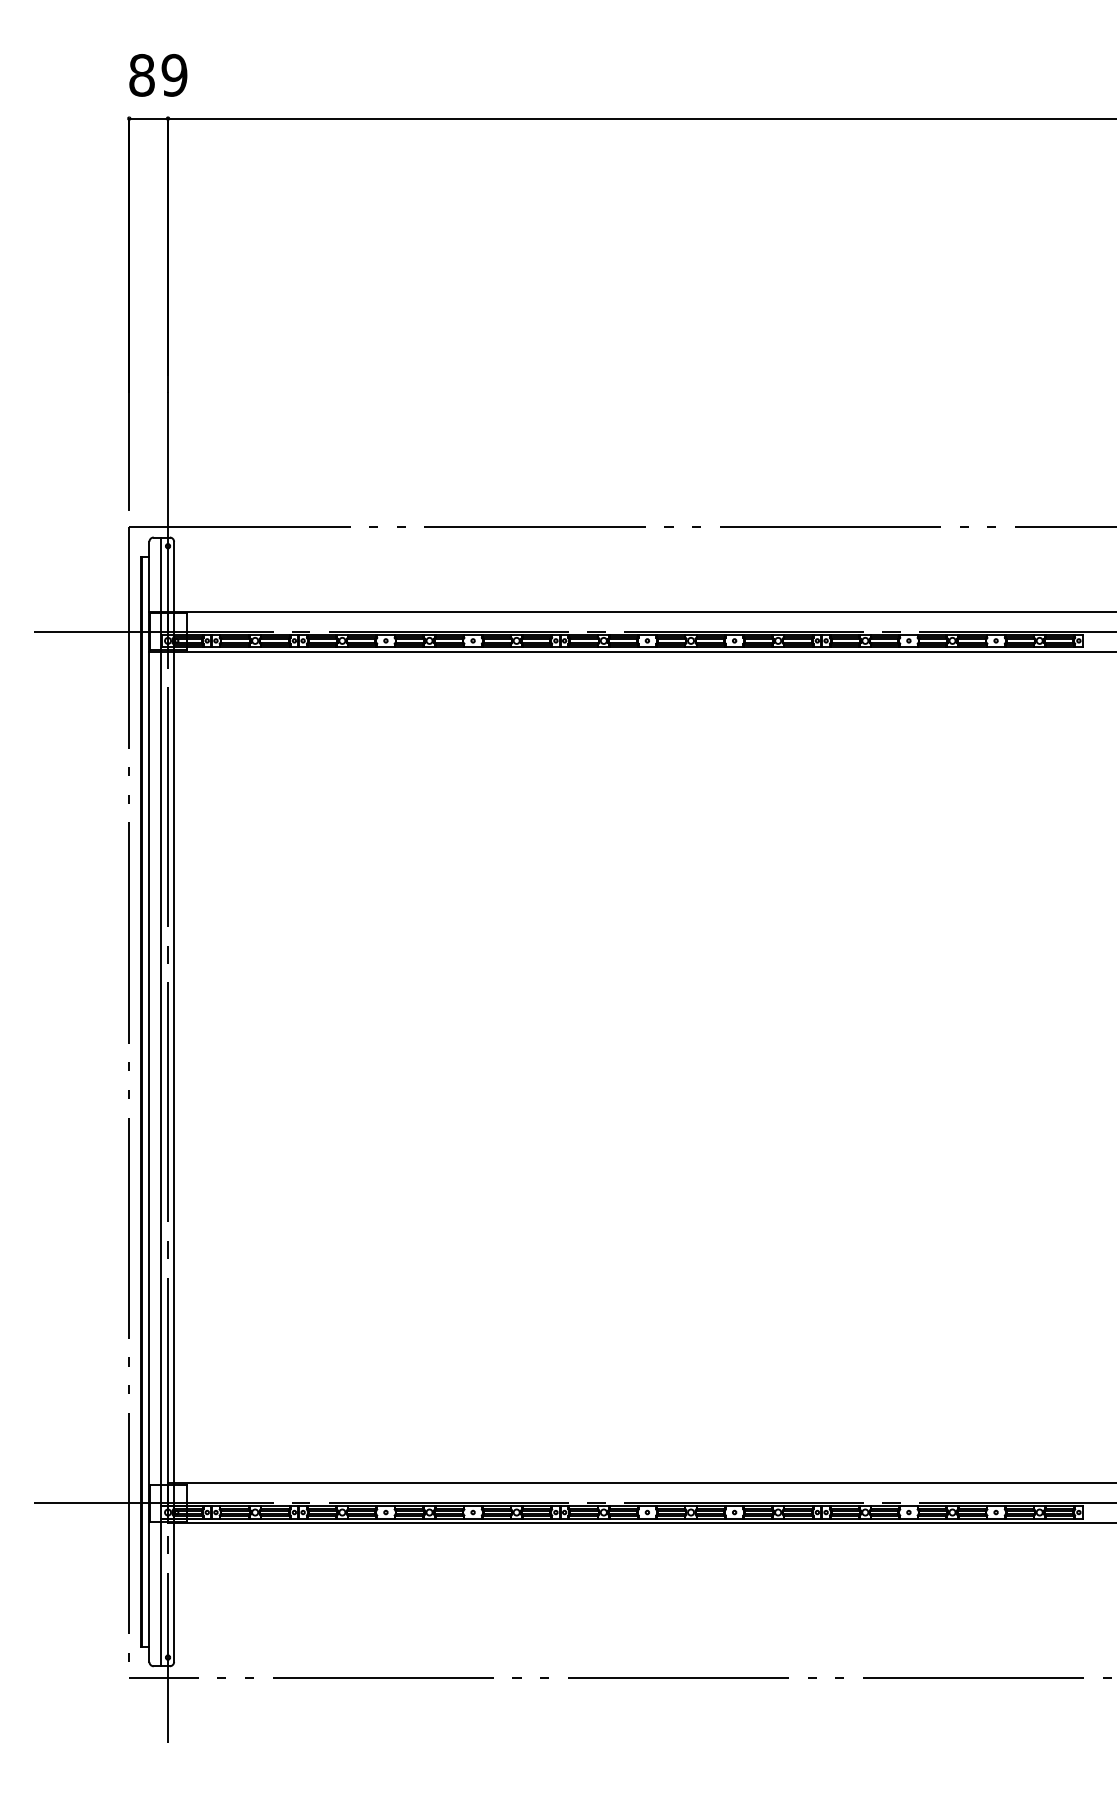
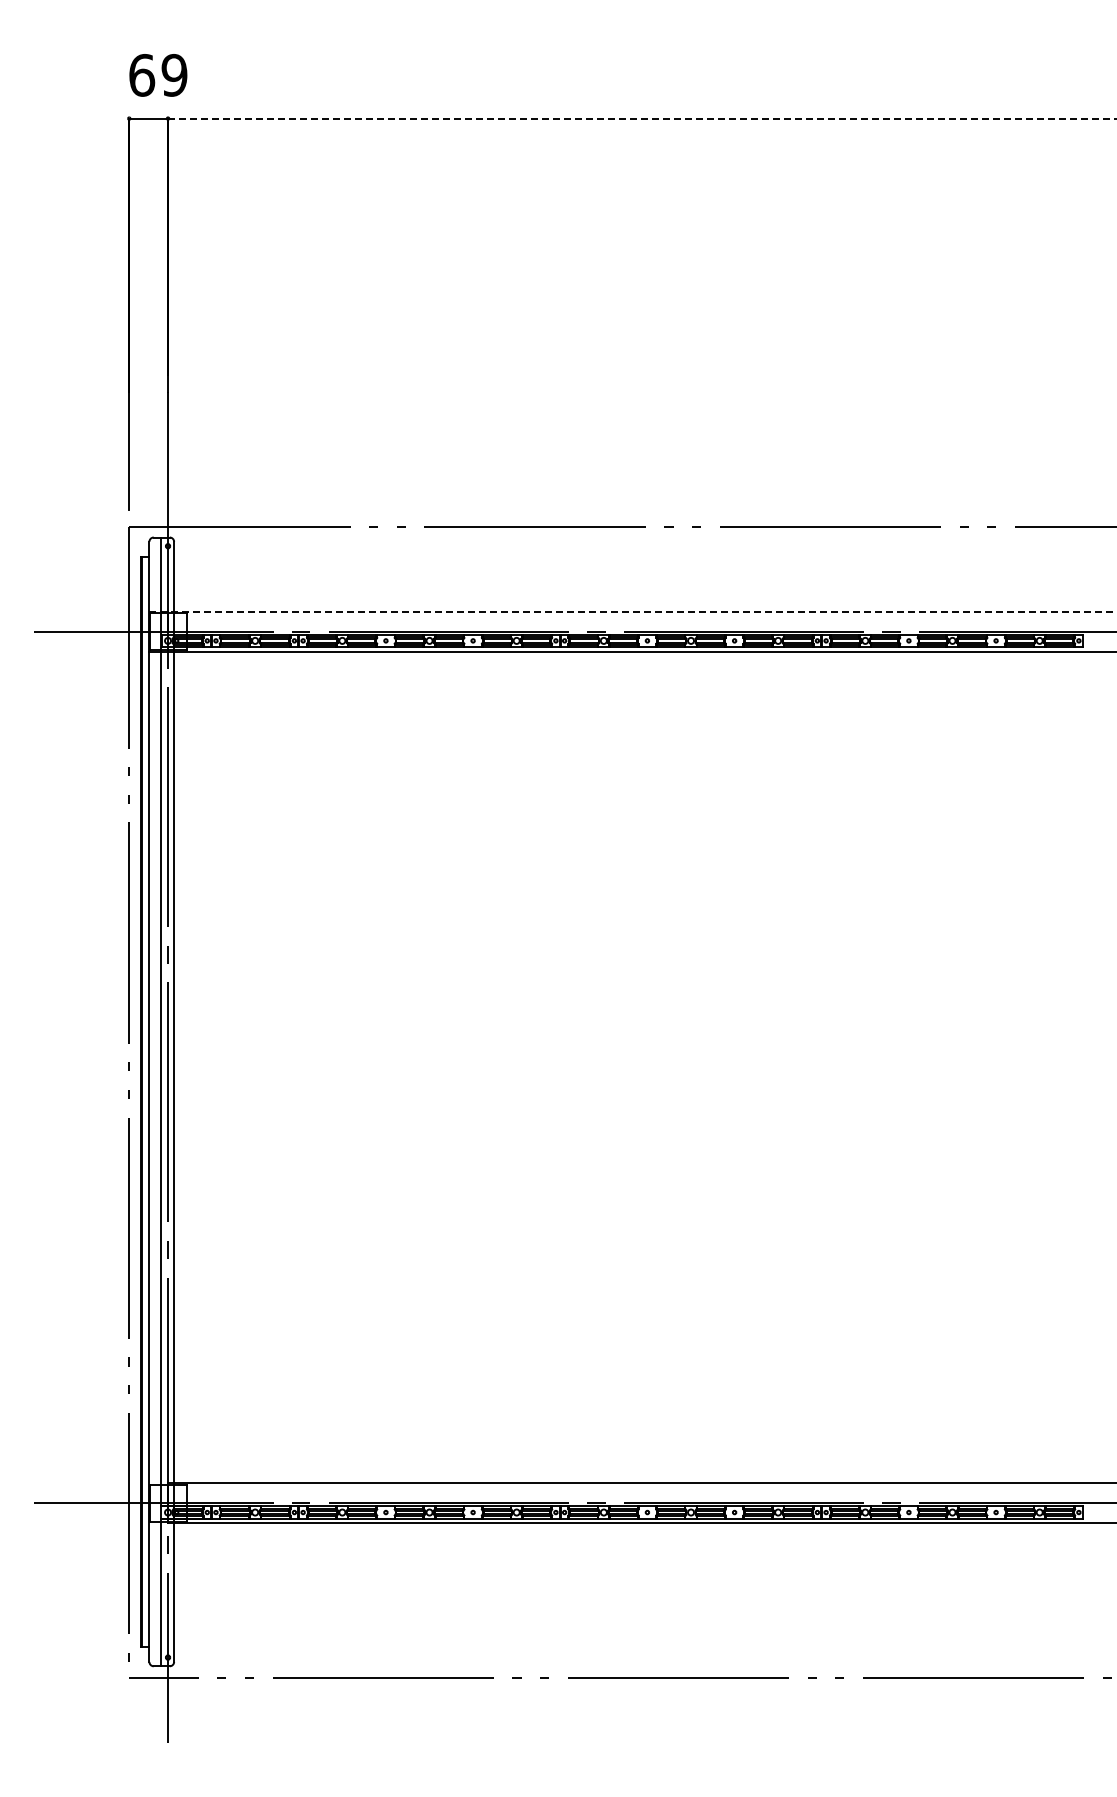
text at (142, 75): 89 -> 69
line at (642, 118): solid -> dashed
line at (632, 611): solid -> dashed
